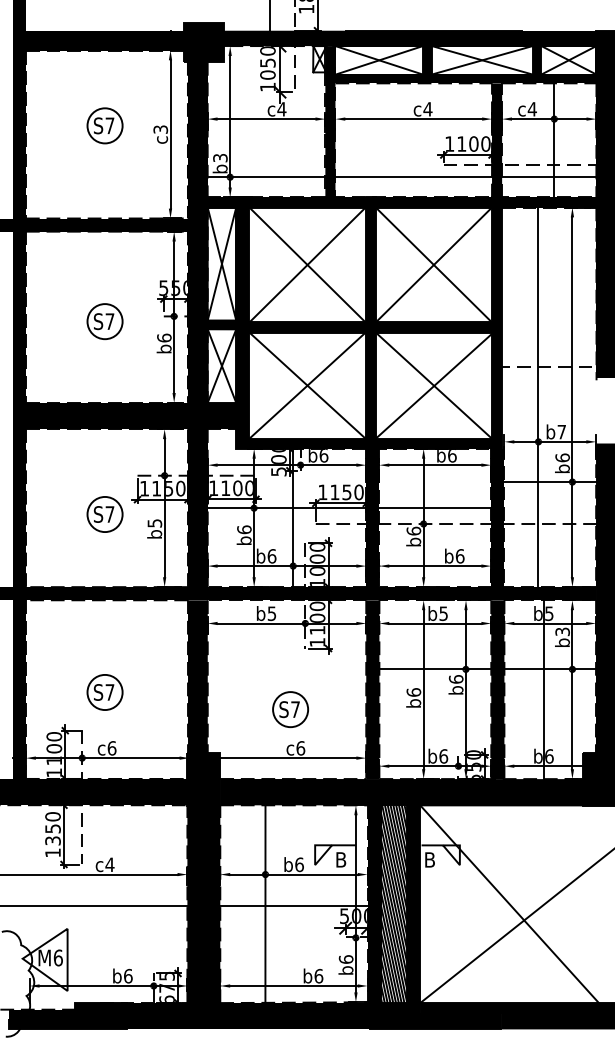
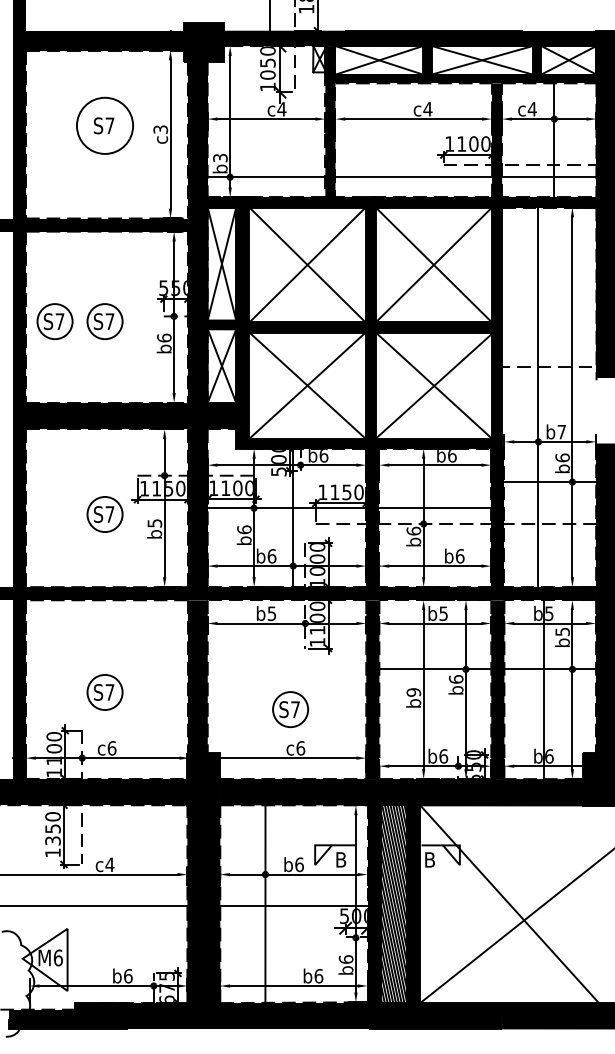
circle at (104, 125) diameter: 35 px -> 56 px
part at (54, 321): none -> present
text at (562, 631): b3 -> b5
text at (413, 692): b6 -> b9
